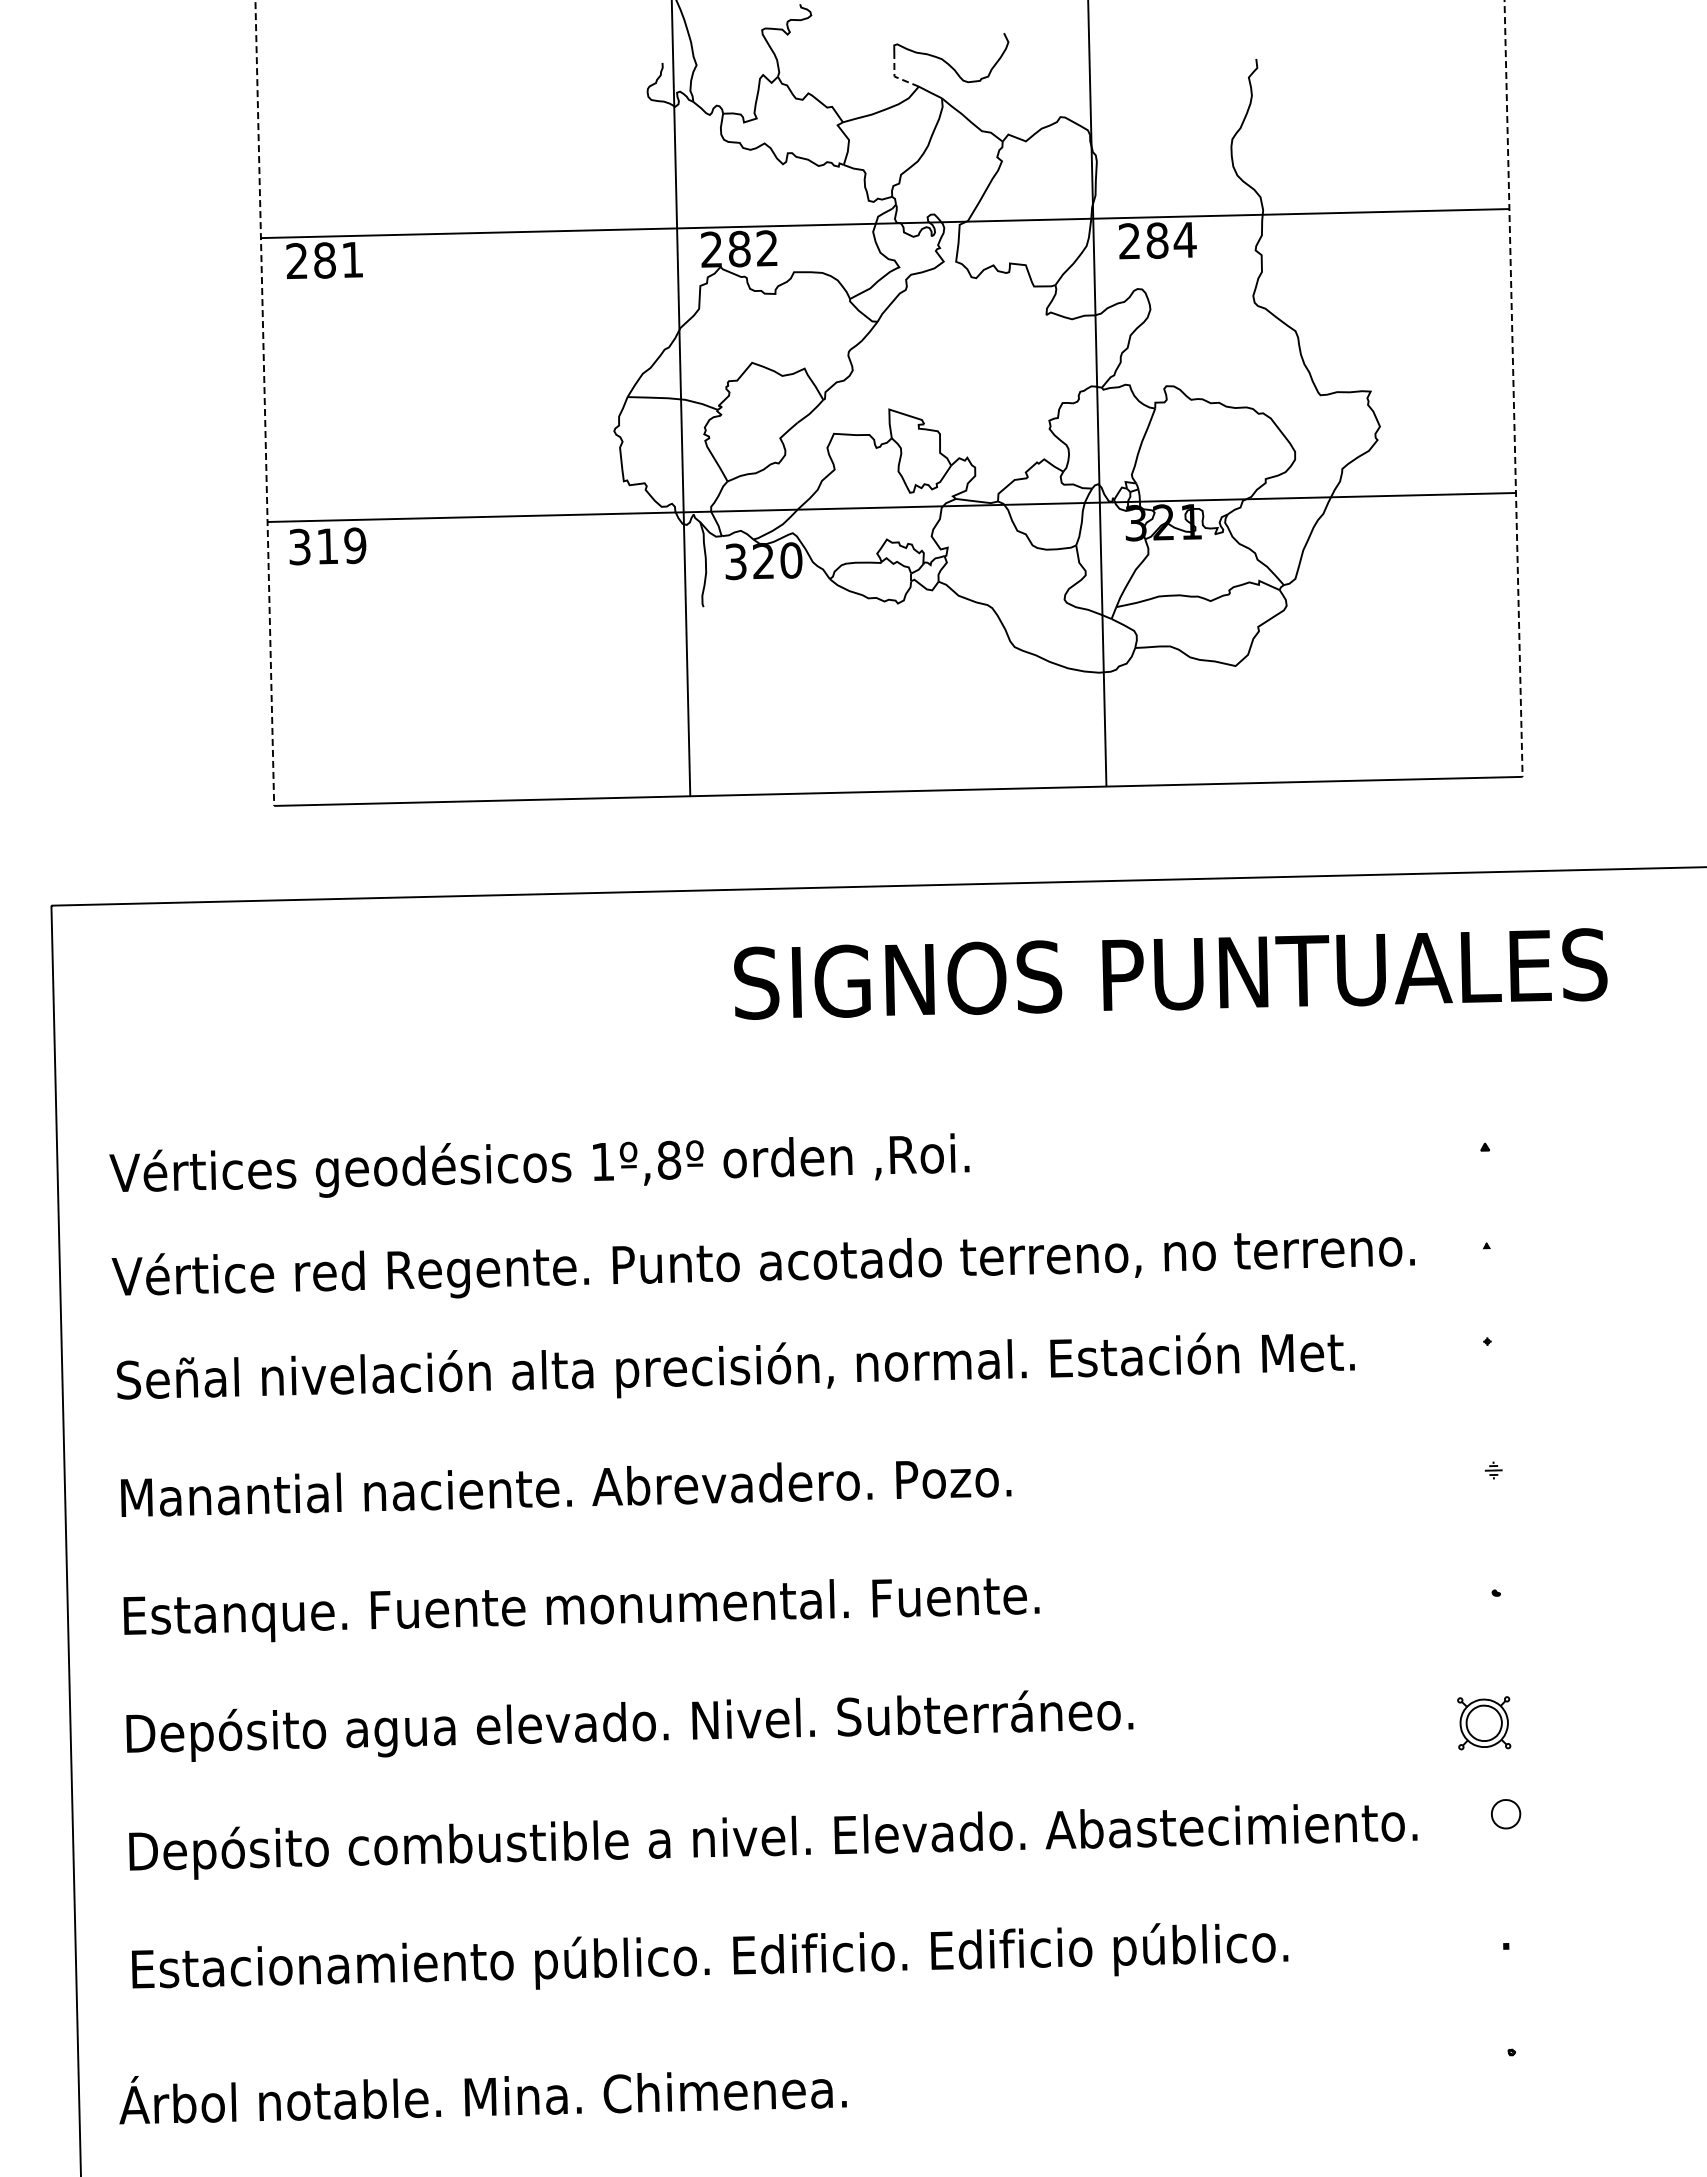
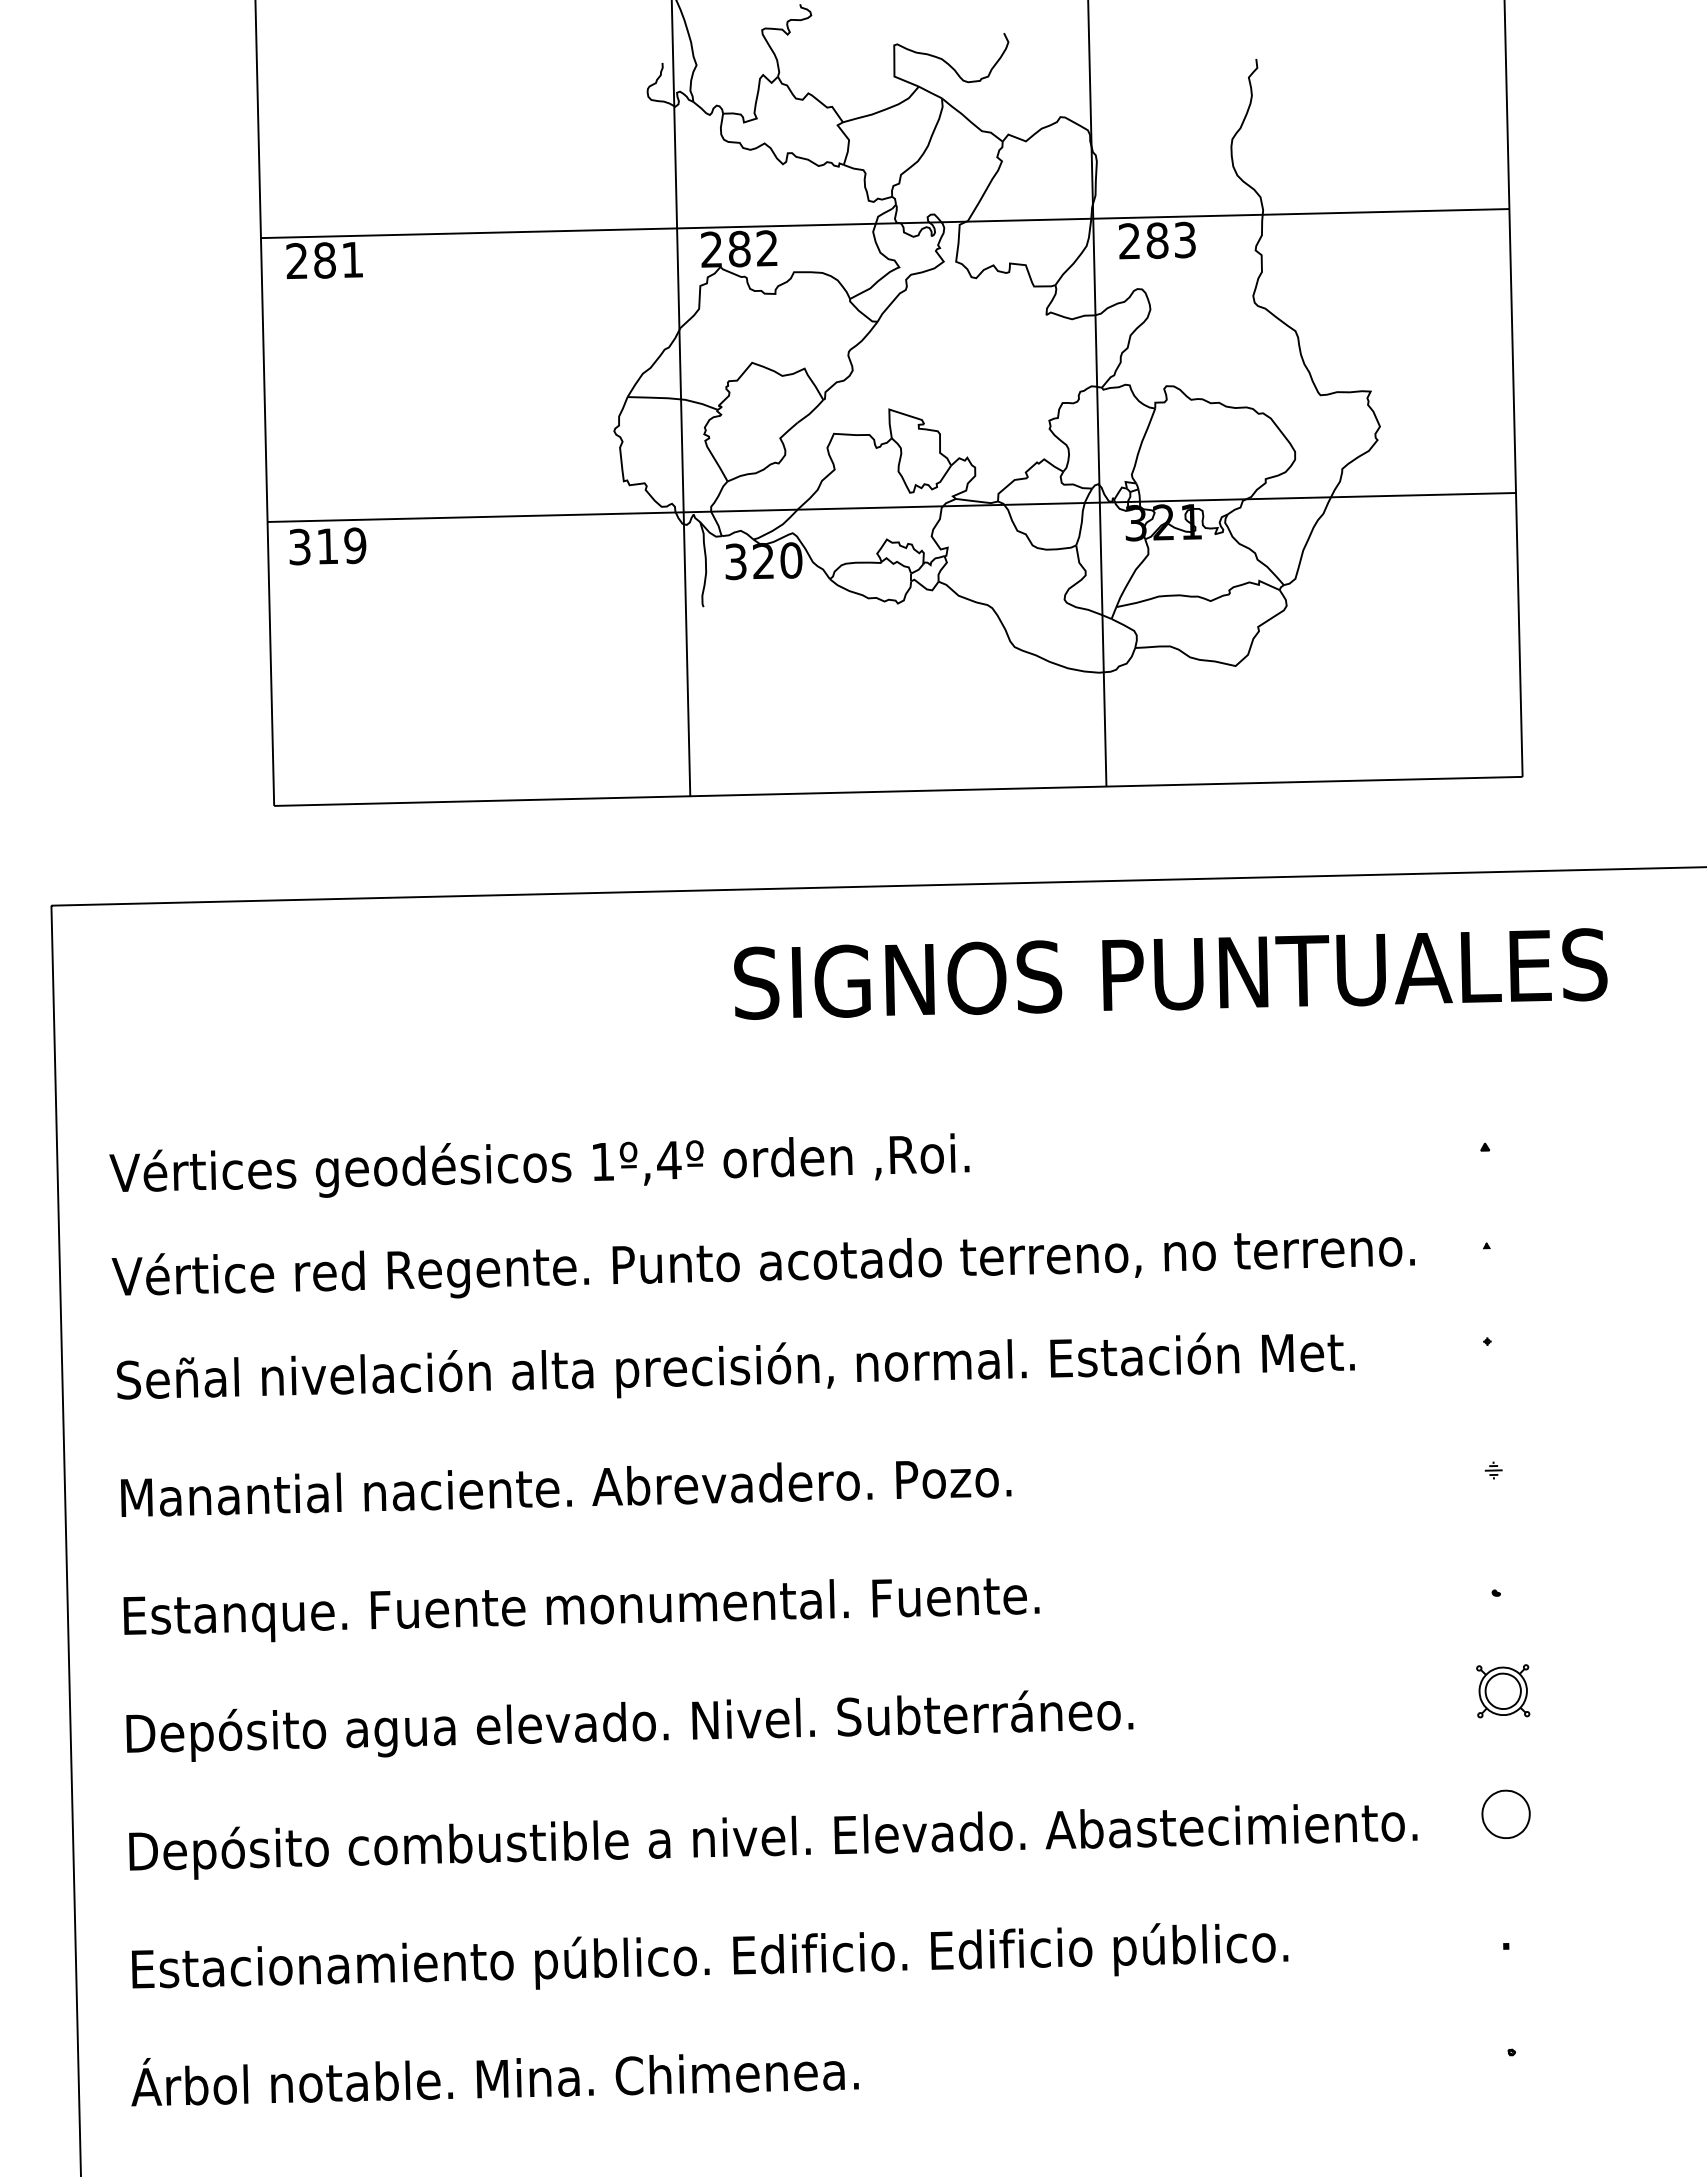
line at (895, 76): dashed -> solid
text at (1184, 239): 284 -> 283
line at (1513, 389): dashed -> solid
line at (264, 403): dashed -> solid
text at (669, 1159): 1º,8º -> 1º,4º
part at (1484, 1723) position: (1484, 1723) -> (1503, 1691)
part at (1506, 1814) size: 31x31 px -> 50x50 px
text at (482, 2098) position: (482, 2098) -> (494, 2080)
